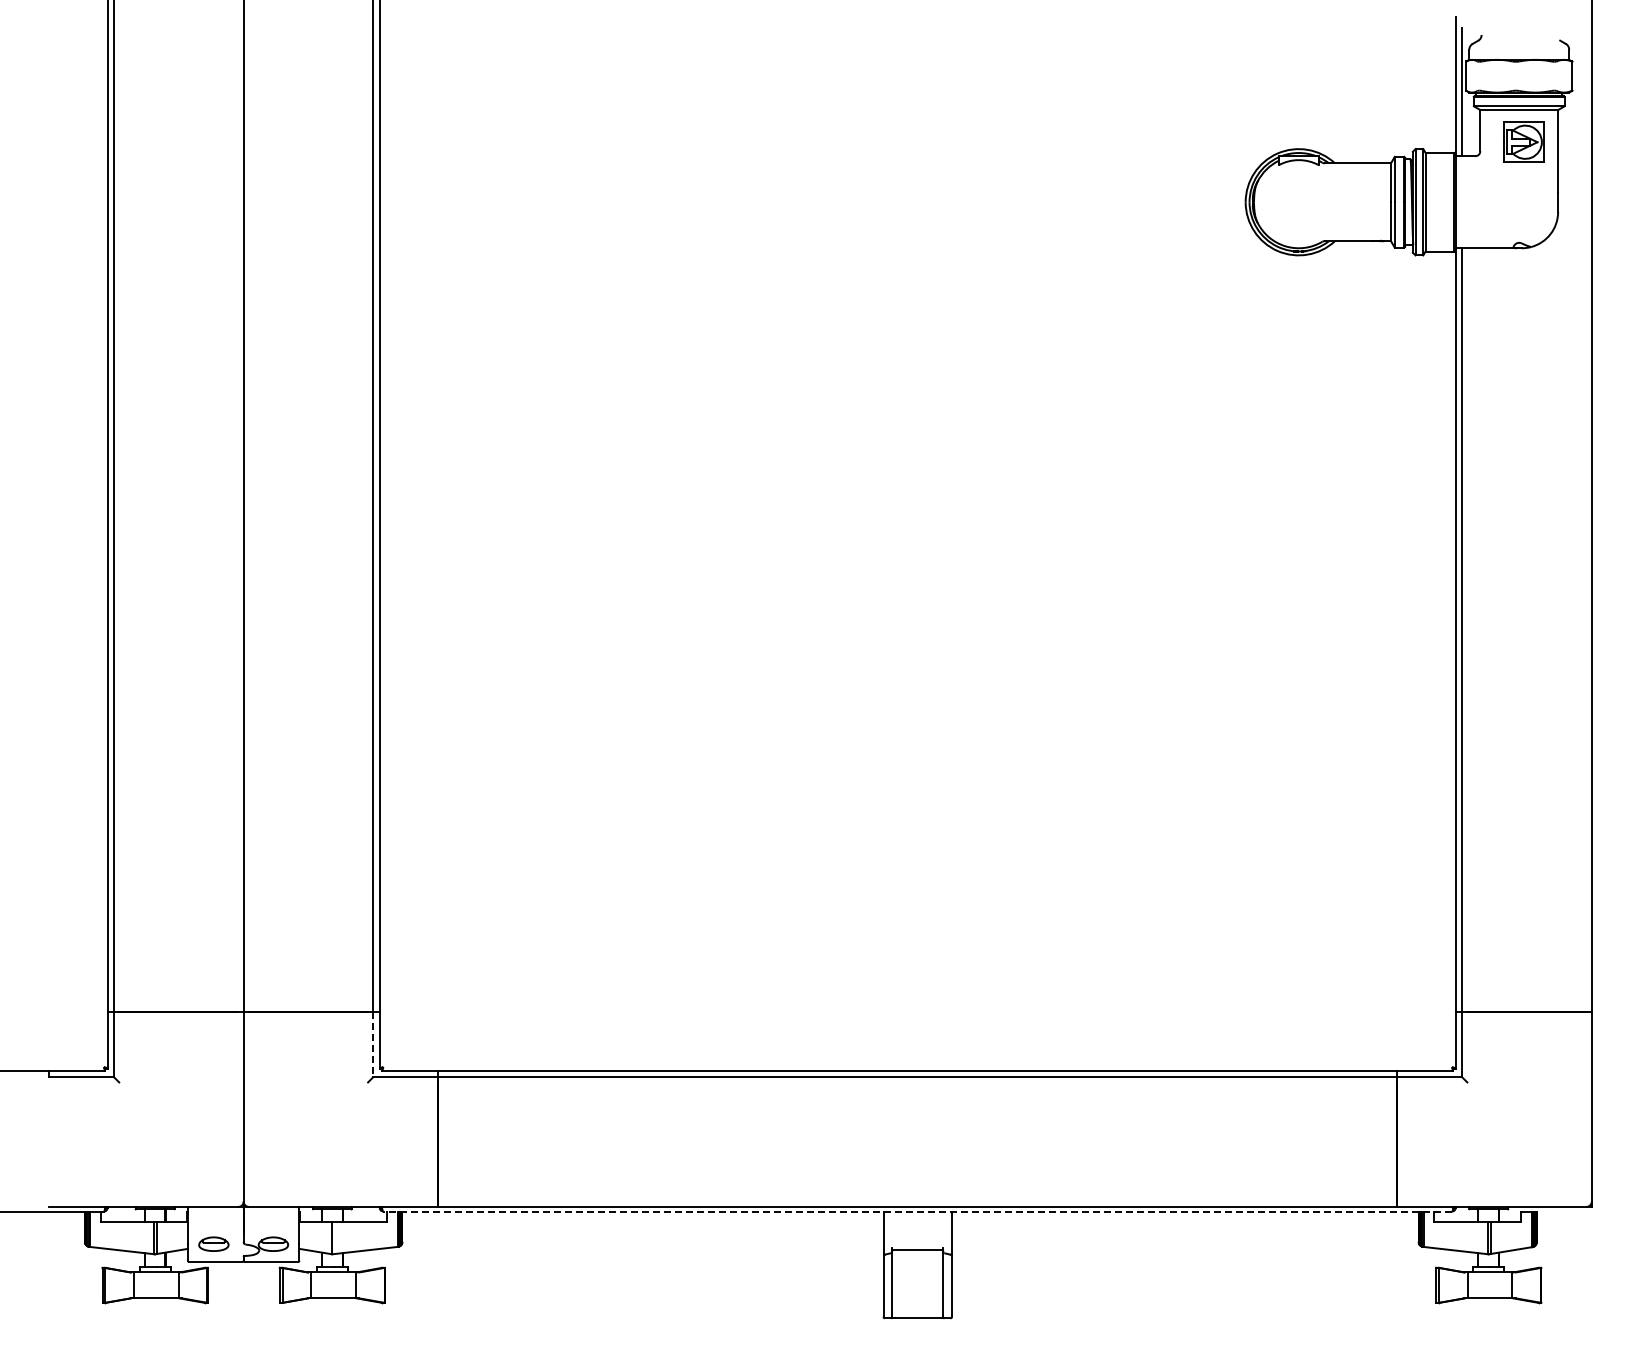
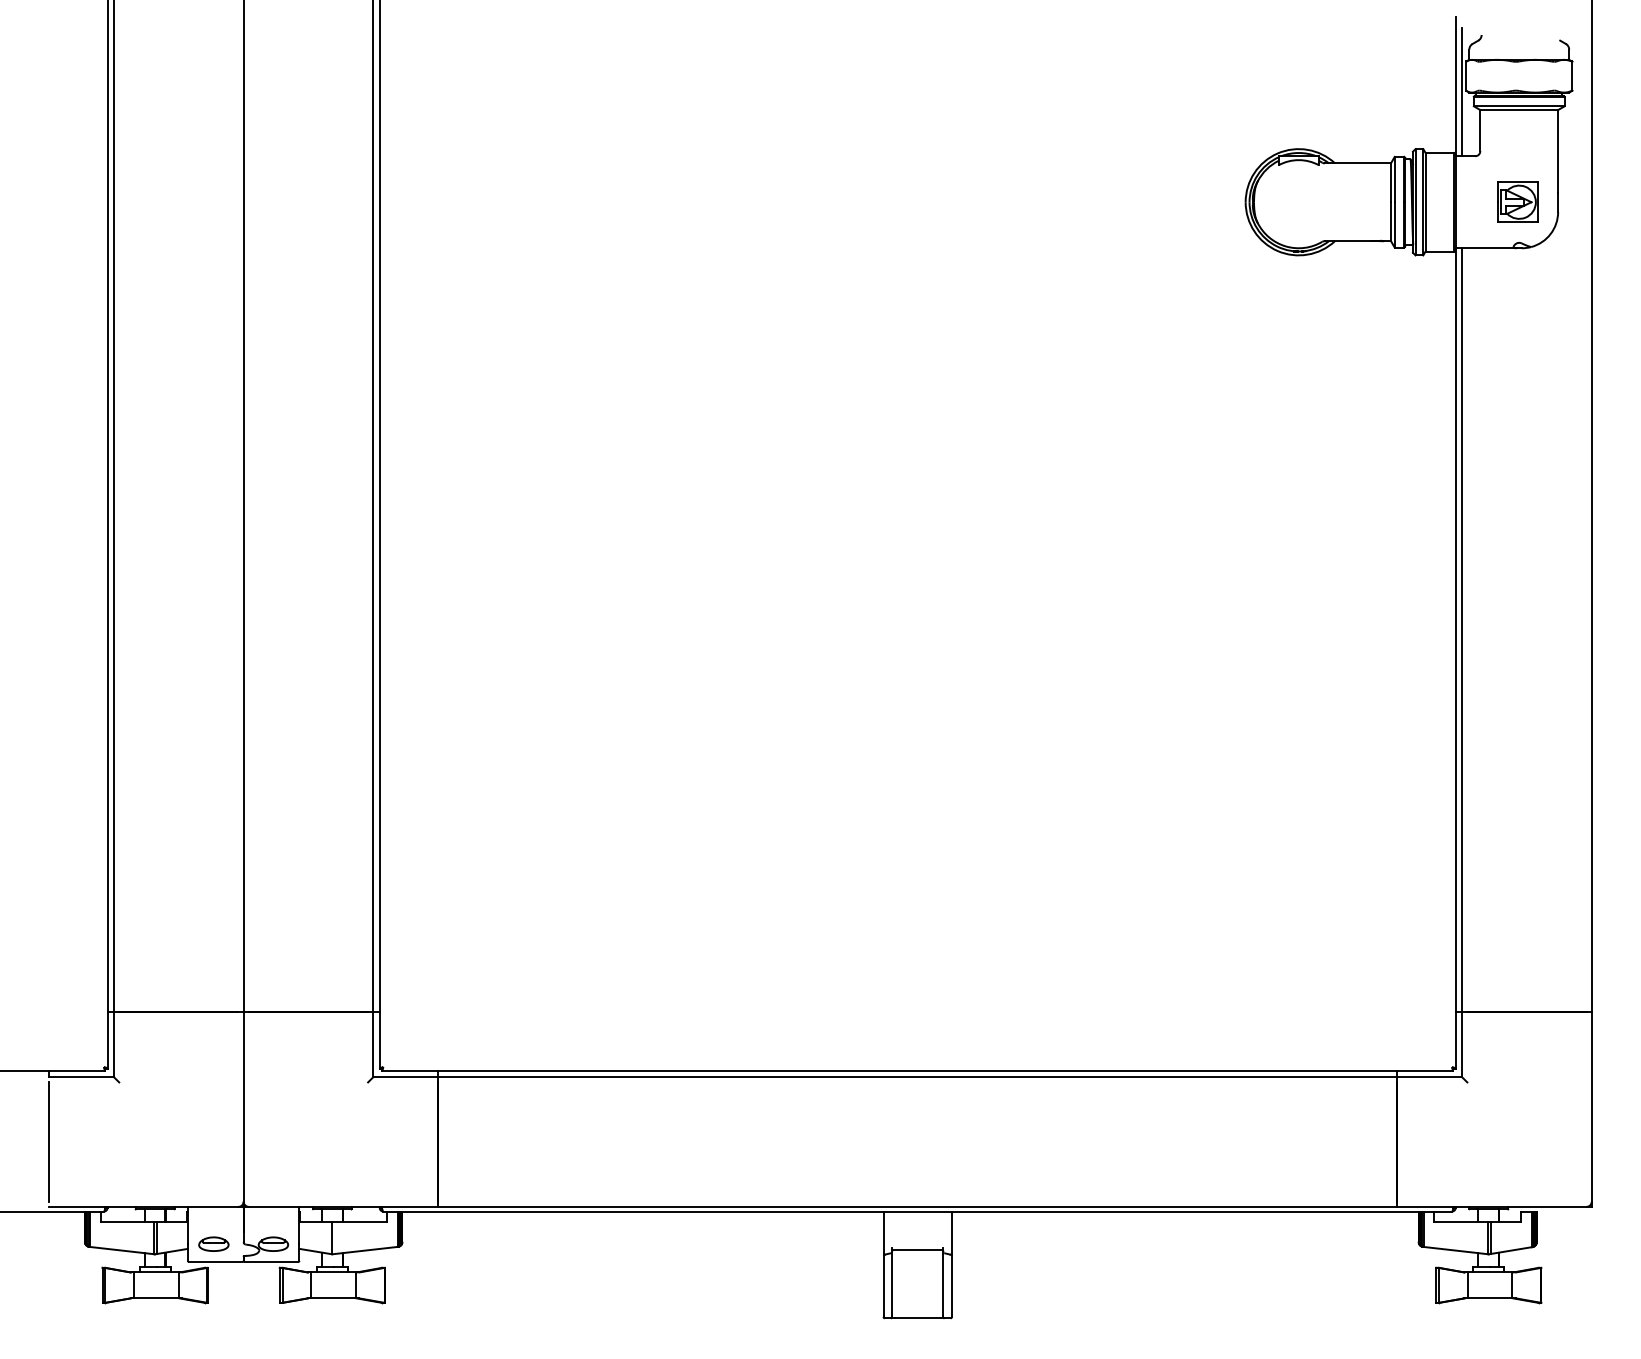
part at (1523, 141) position: (1523, 141) -> (1517, 201)
line at (373, 1045): dashed -> solid
line at (49, 1141): none -> present
line at (917, 1211): dashed -> solid
